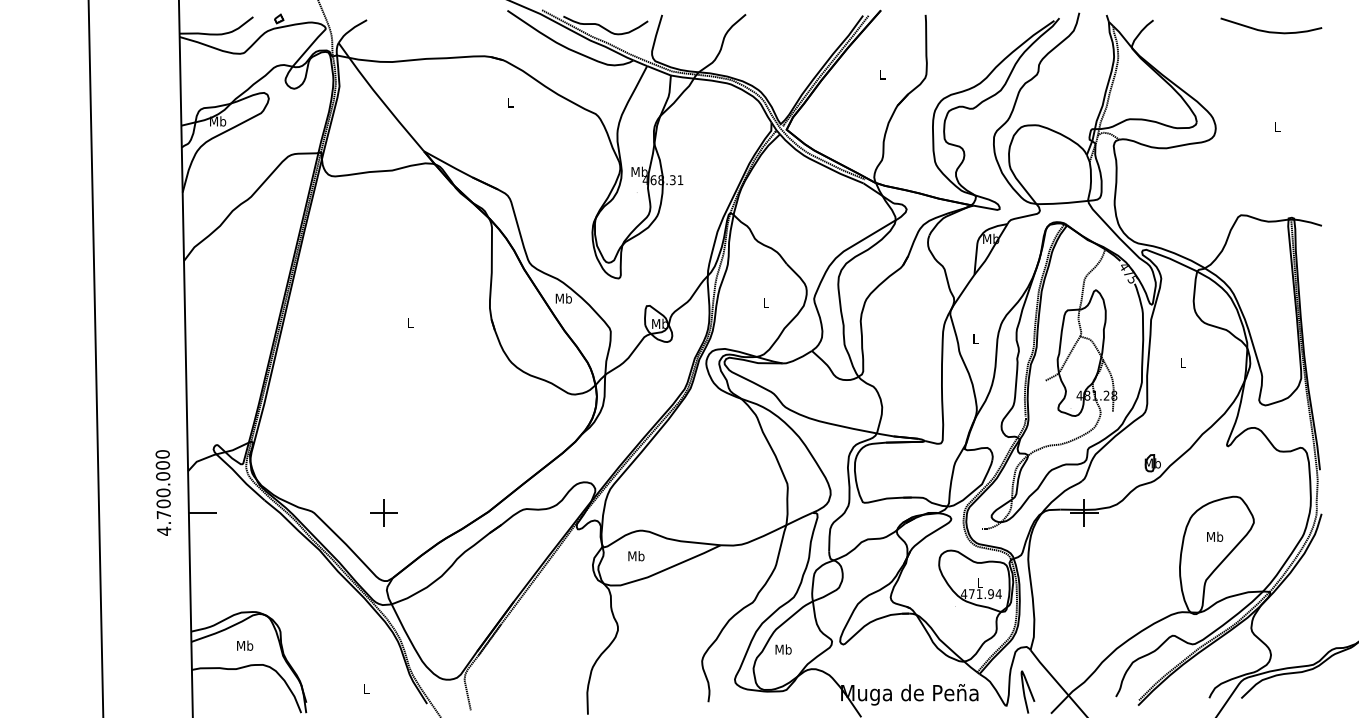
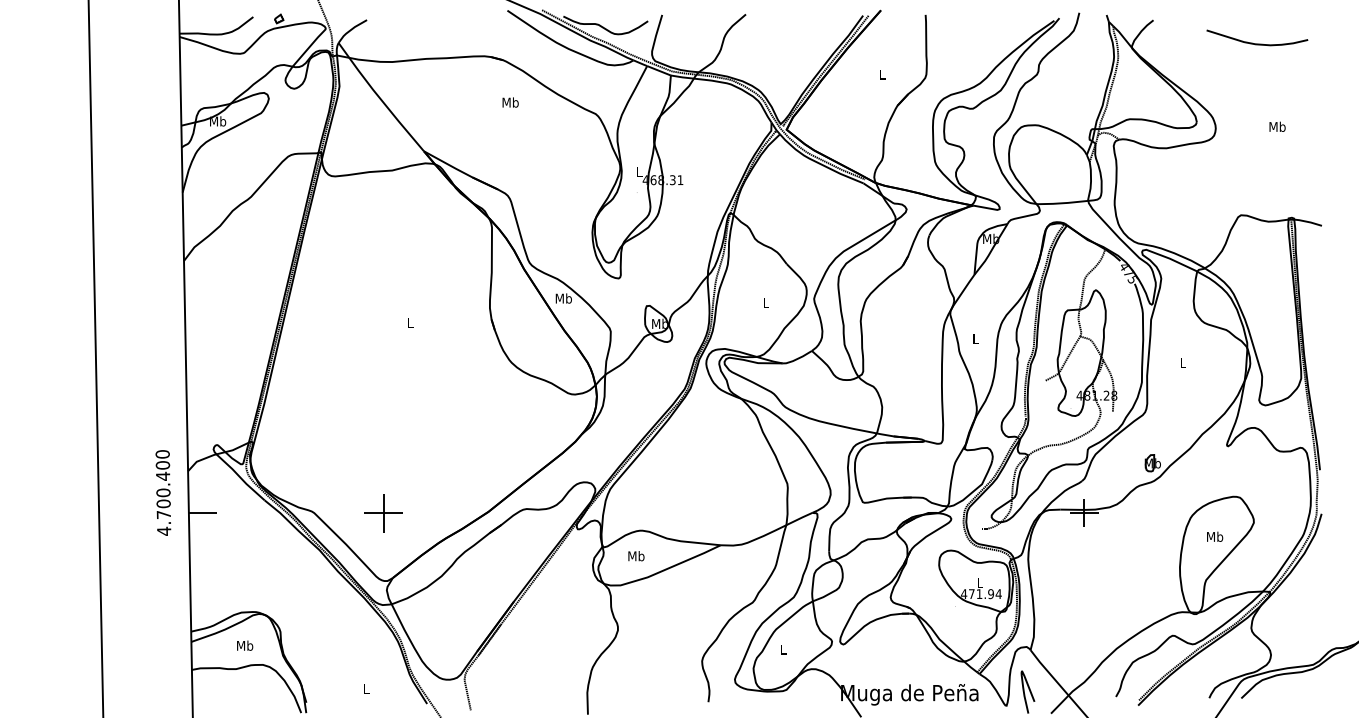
curve at (1271, 31) position: (1271, 31) -> (1257, 43)
text at (510, 102): L -> Mb
text at (1277, 126): L -> Mb
text at (639, 171): Mb -> L
text at (163, 475): 4.700.000 -> 4.700.400
part at (383, 512) size: 28x28 px -> 39x39 px
text at (783, 649): Mb -> L
